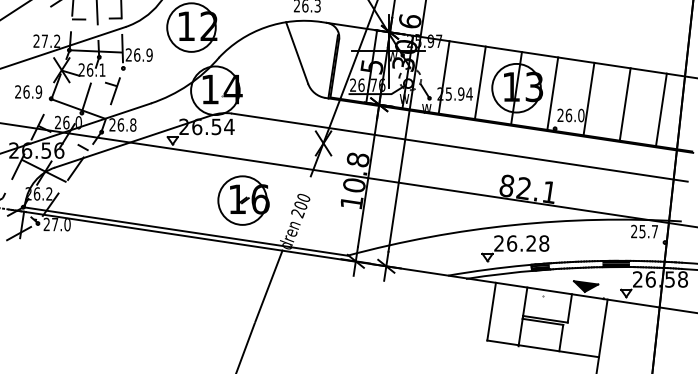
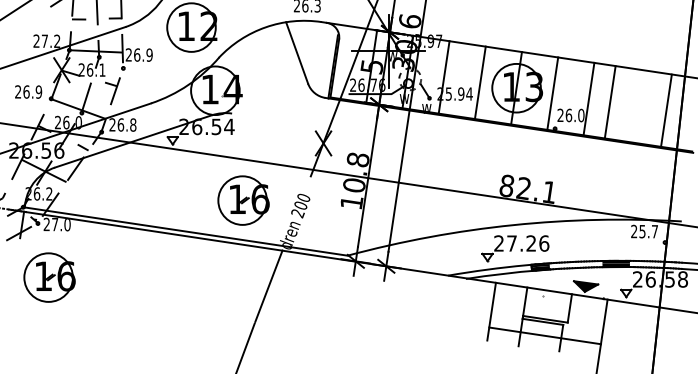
line at (624, 104) position: (624, 104) -> (609, 102)
line at (661, 109) position: (661, 109) -> (666, 110)
line at (459, 147): present -> none
text at (528, 243): 26.28 -> 27.26
part at (49, 277): none -> present
line at (543, 348) position: (543, 348) -> (545, 335)
